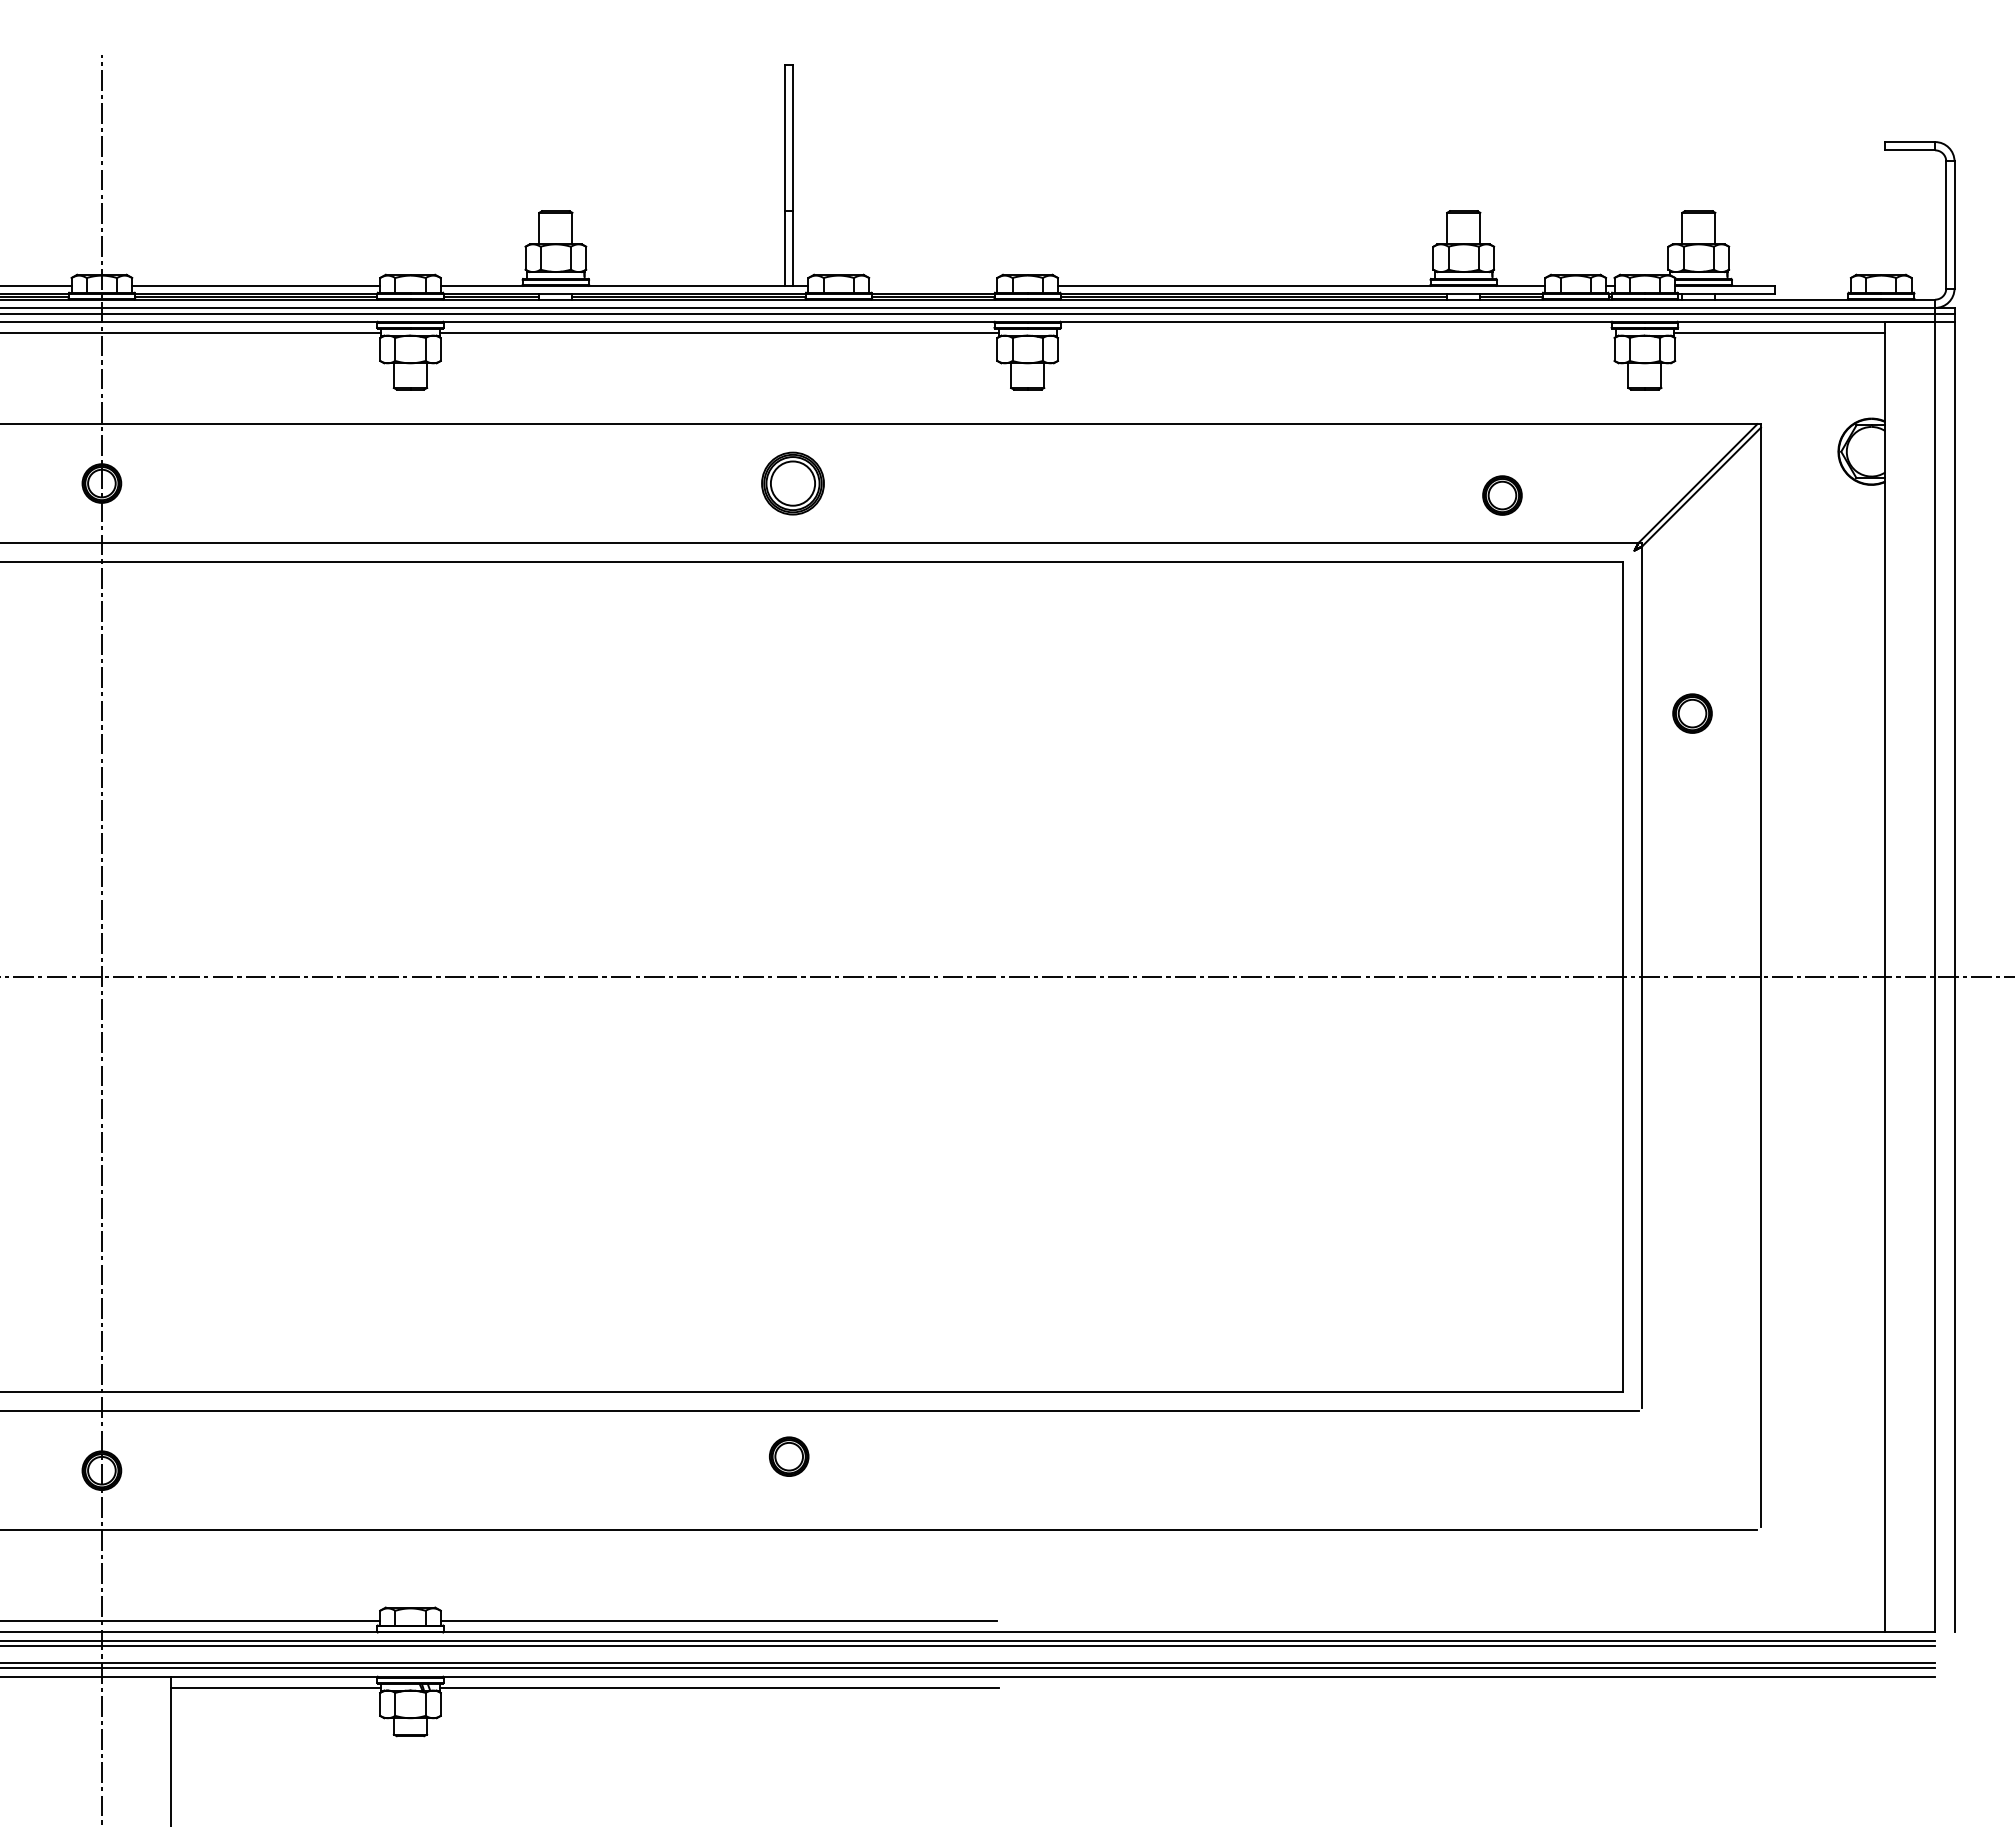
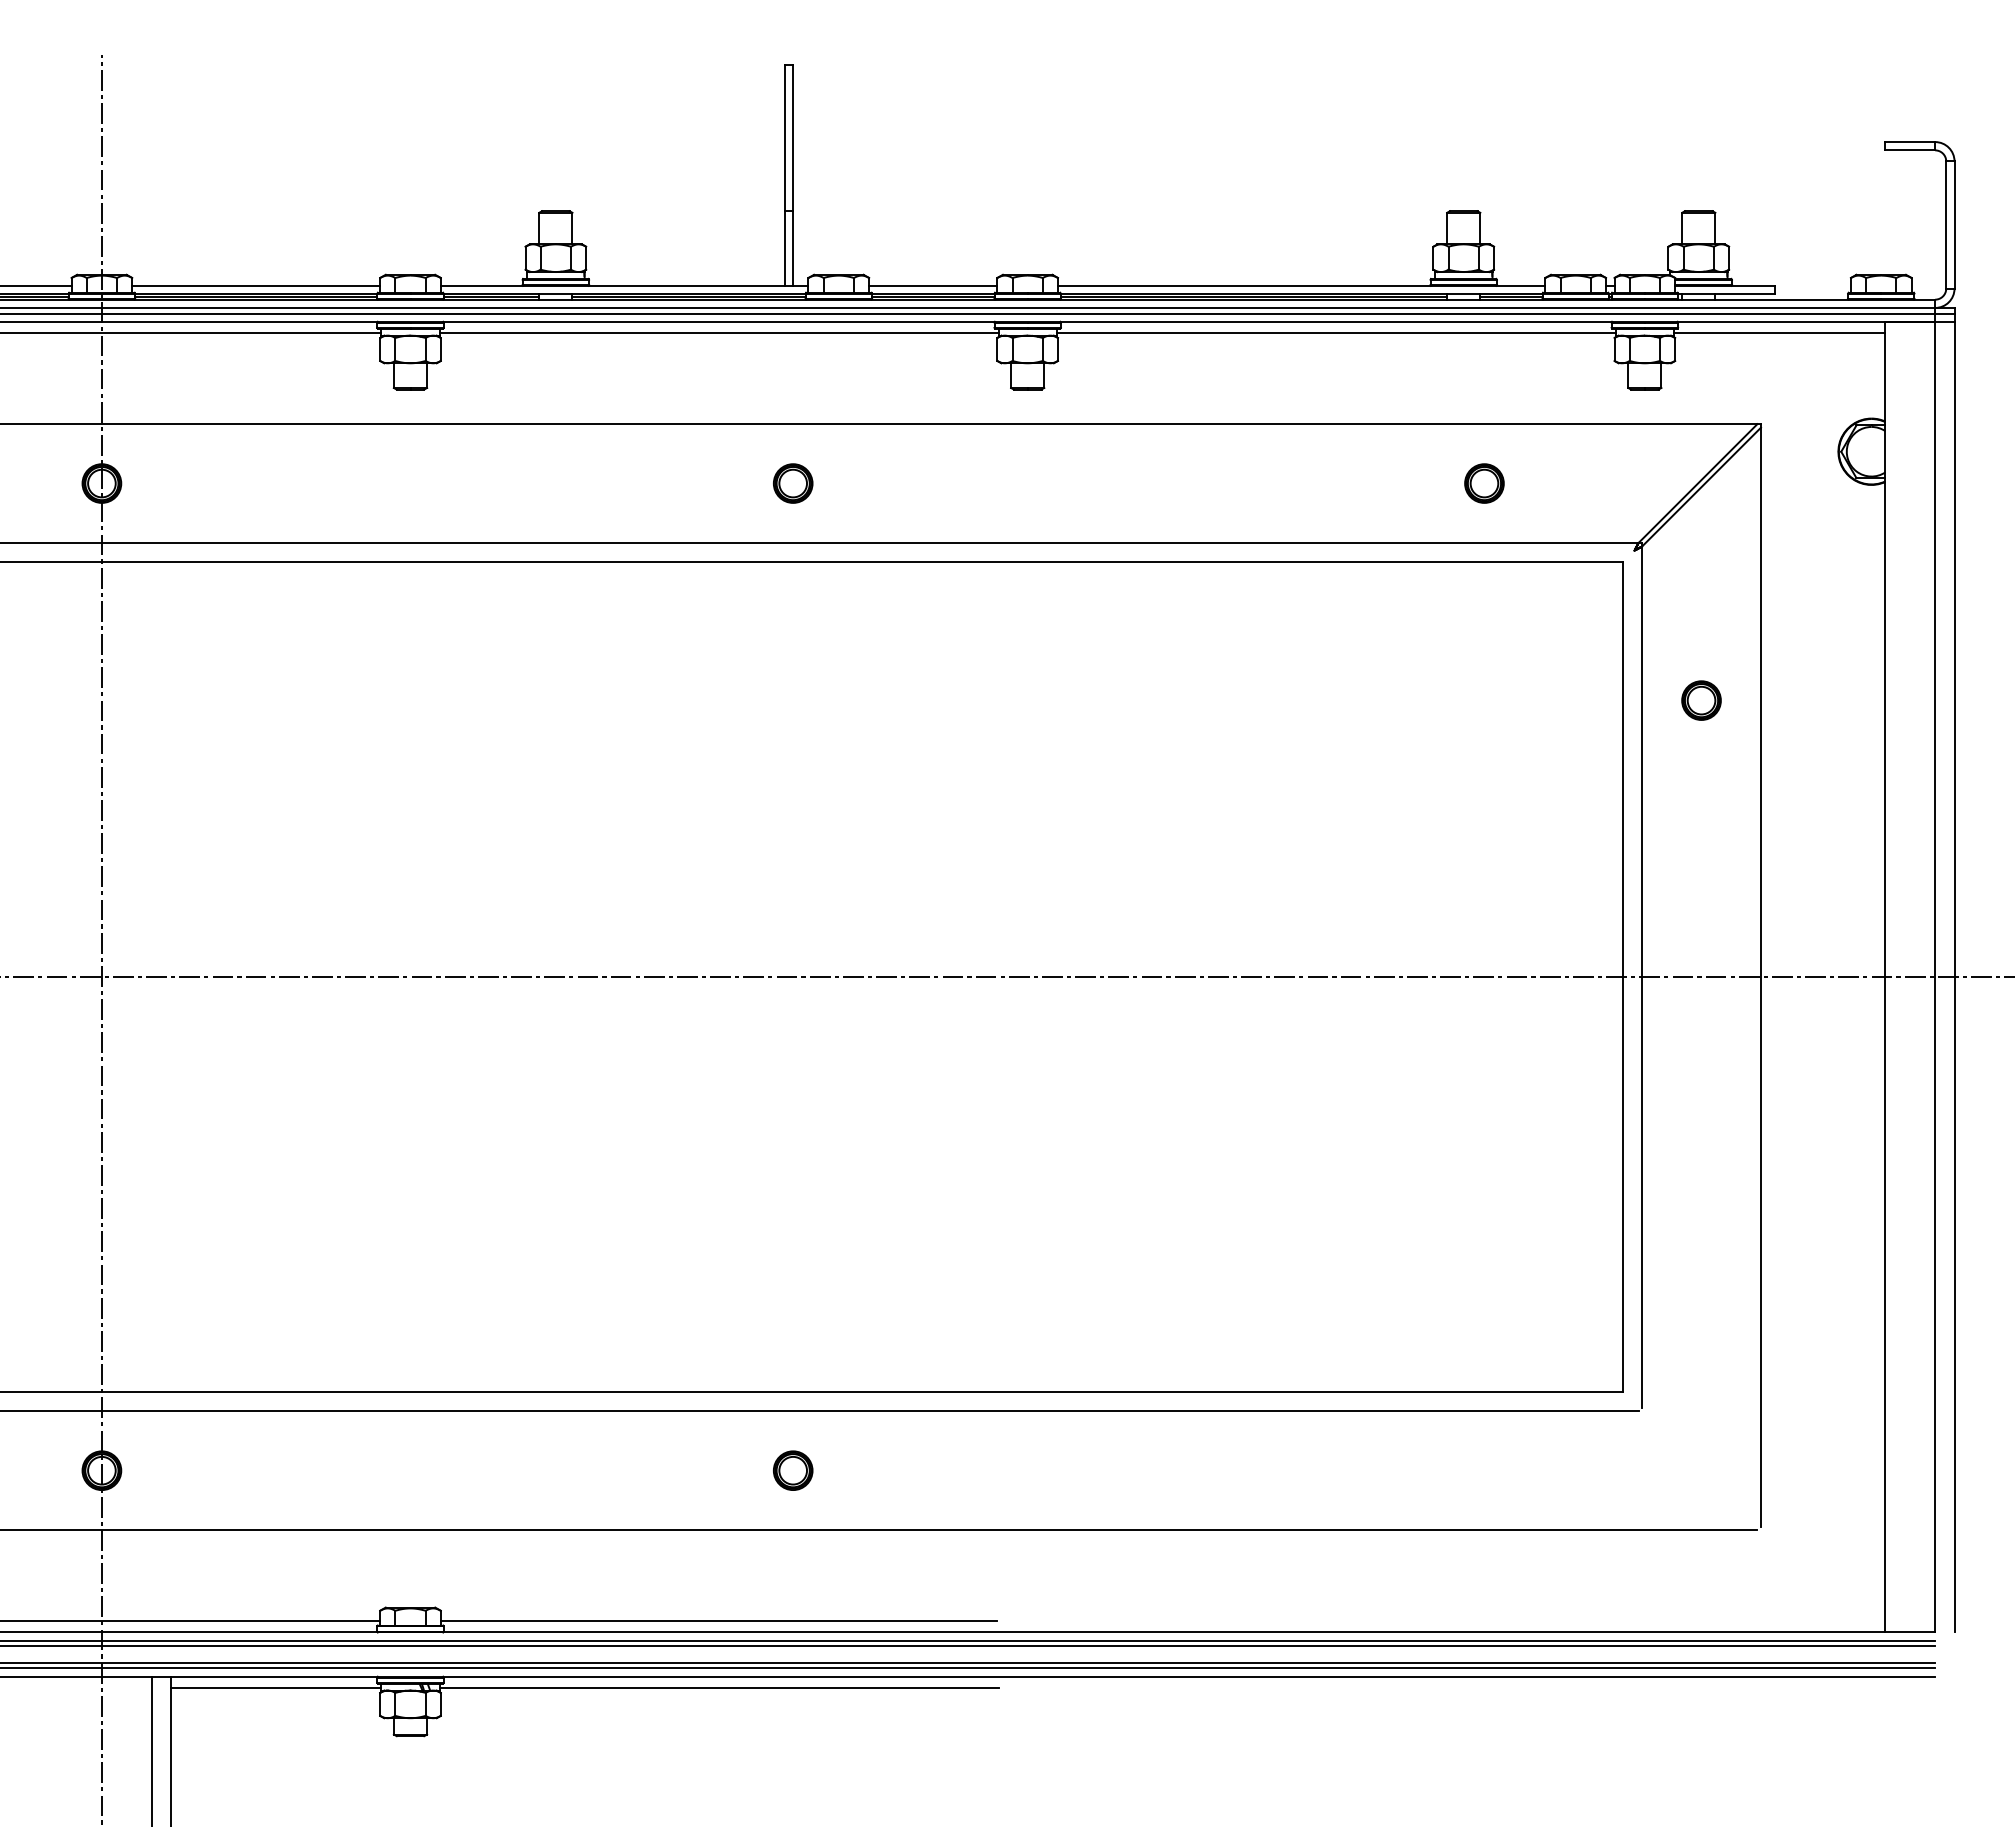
line at (933, 285): none -> present
line at (1335, 332): none -> present
part at (792, 483) size: 64x65 px -> 41x41 px
part at (1502, 495) position: (1502, 495) -> (1484, 483)
part at (1692, 713) position: (1692, 713) -> (1701, 700)
part at (789, 1456) position: (789, 1456) -> (793, 1470)
line at (151, 1749): none -> present
